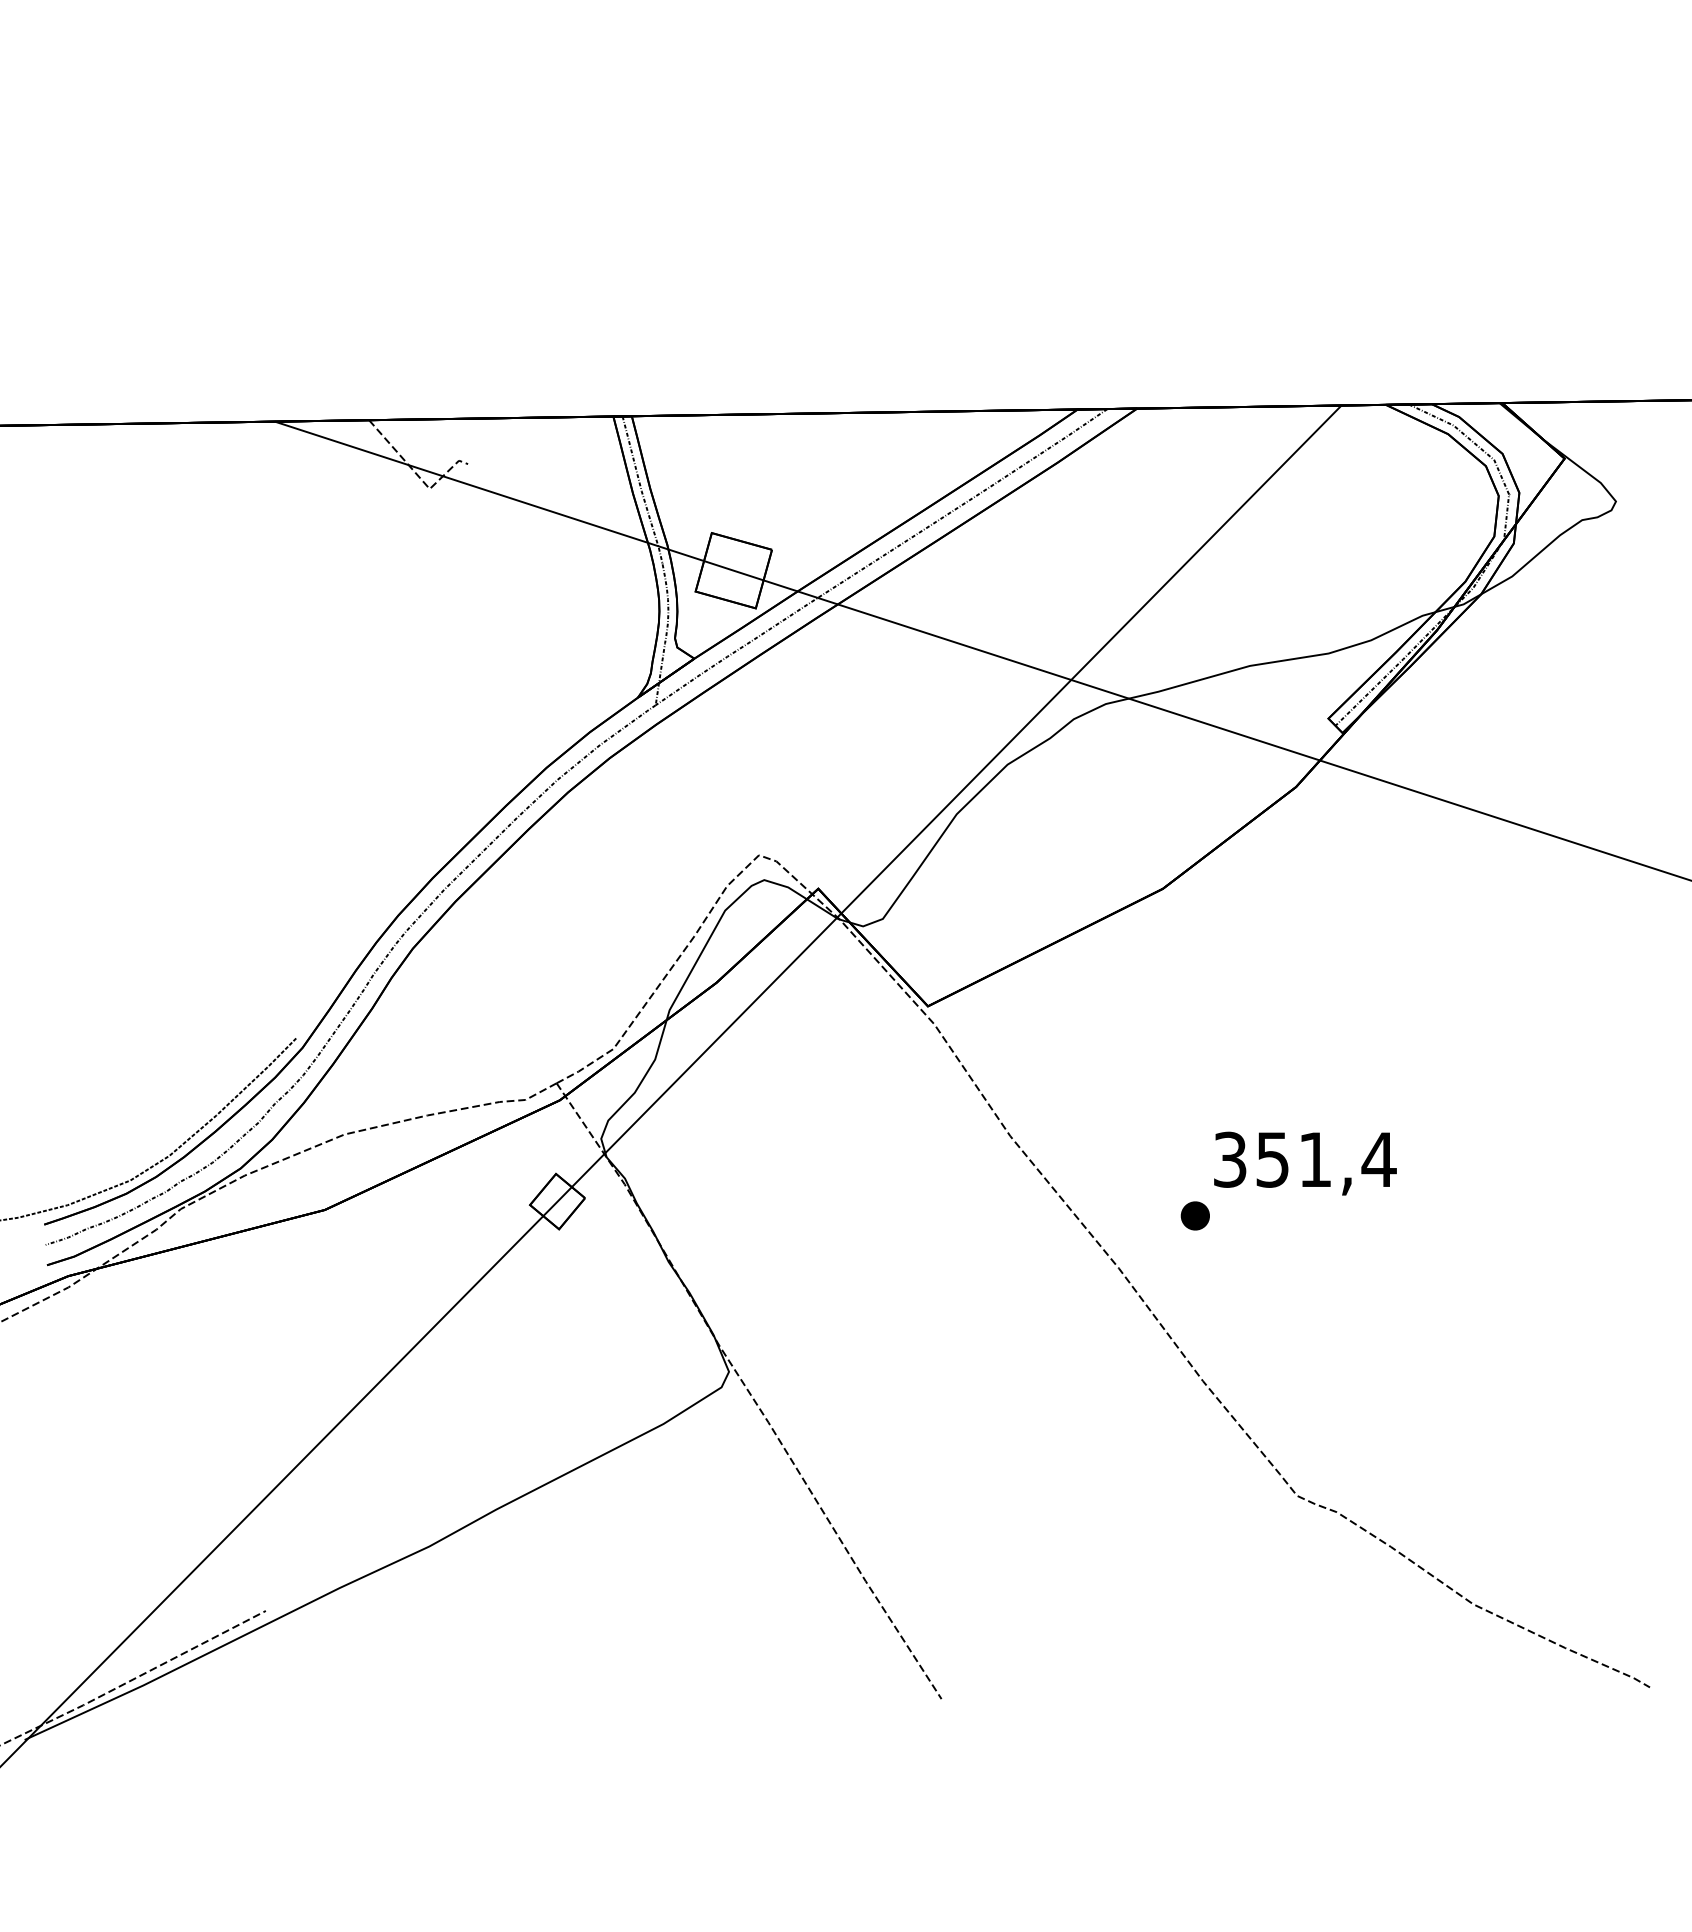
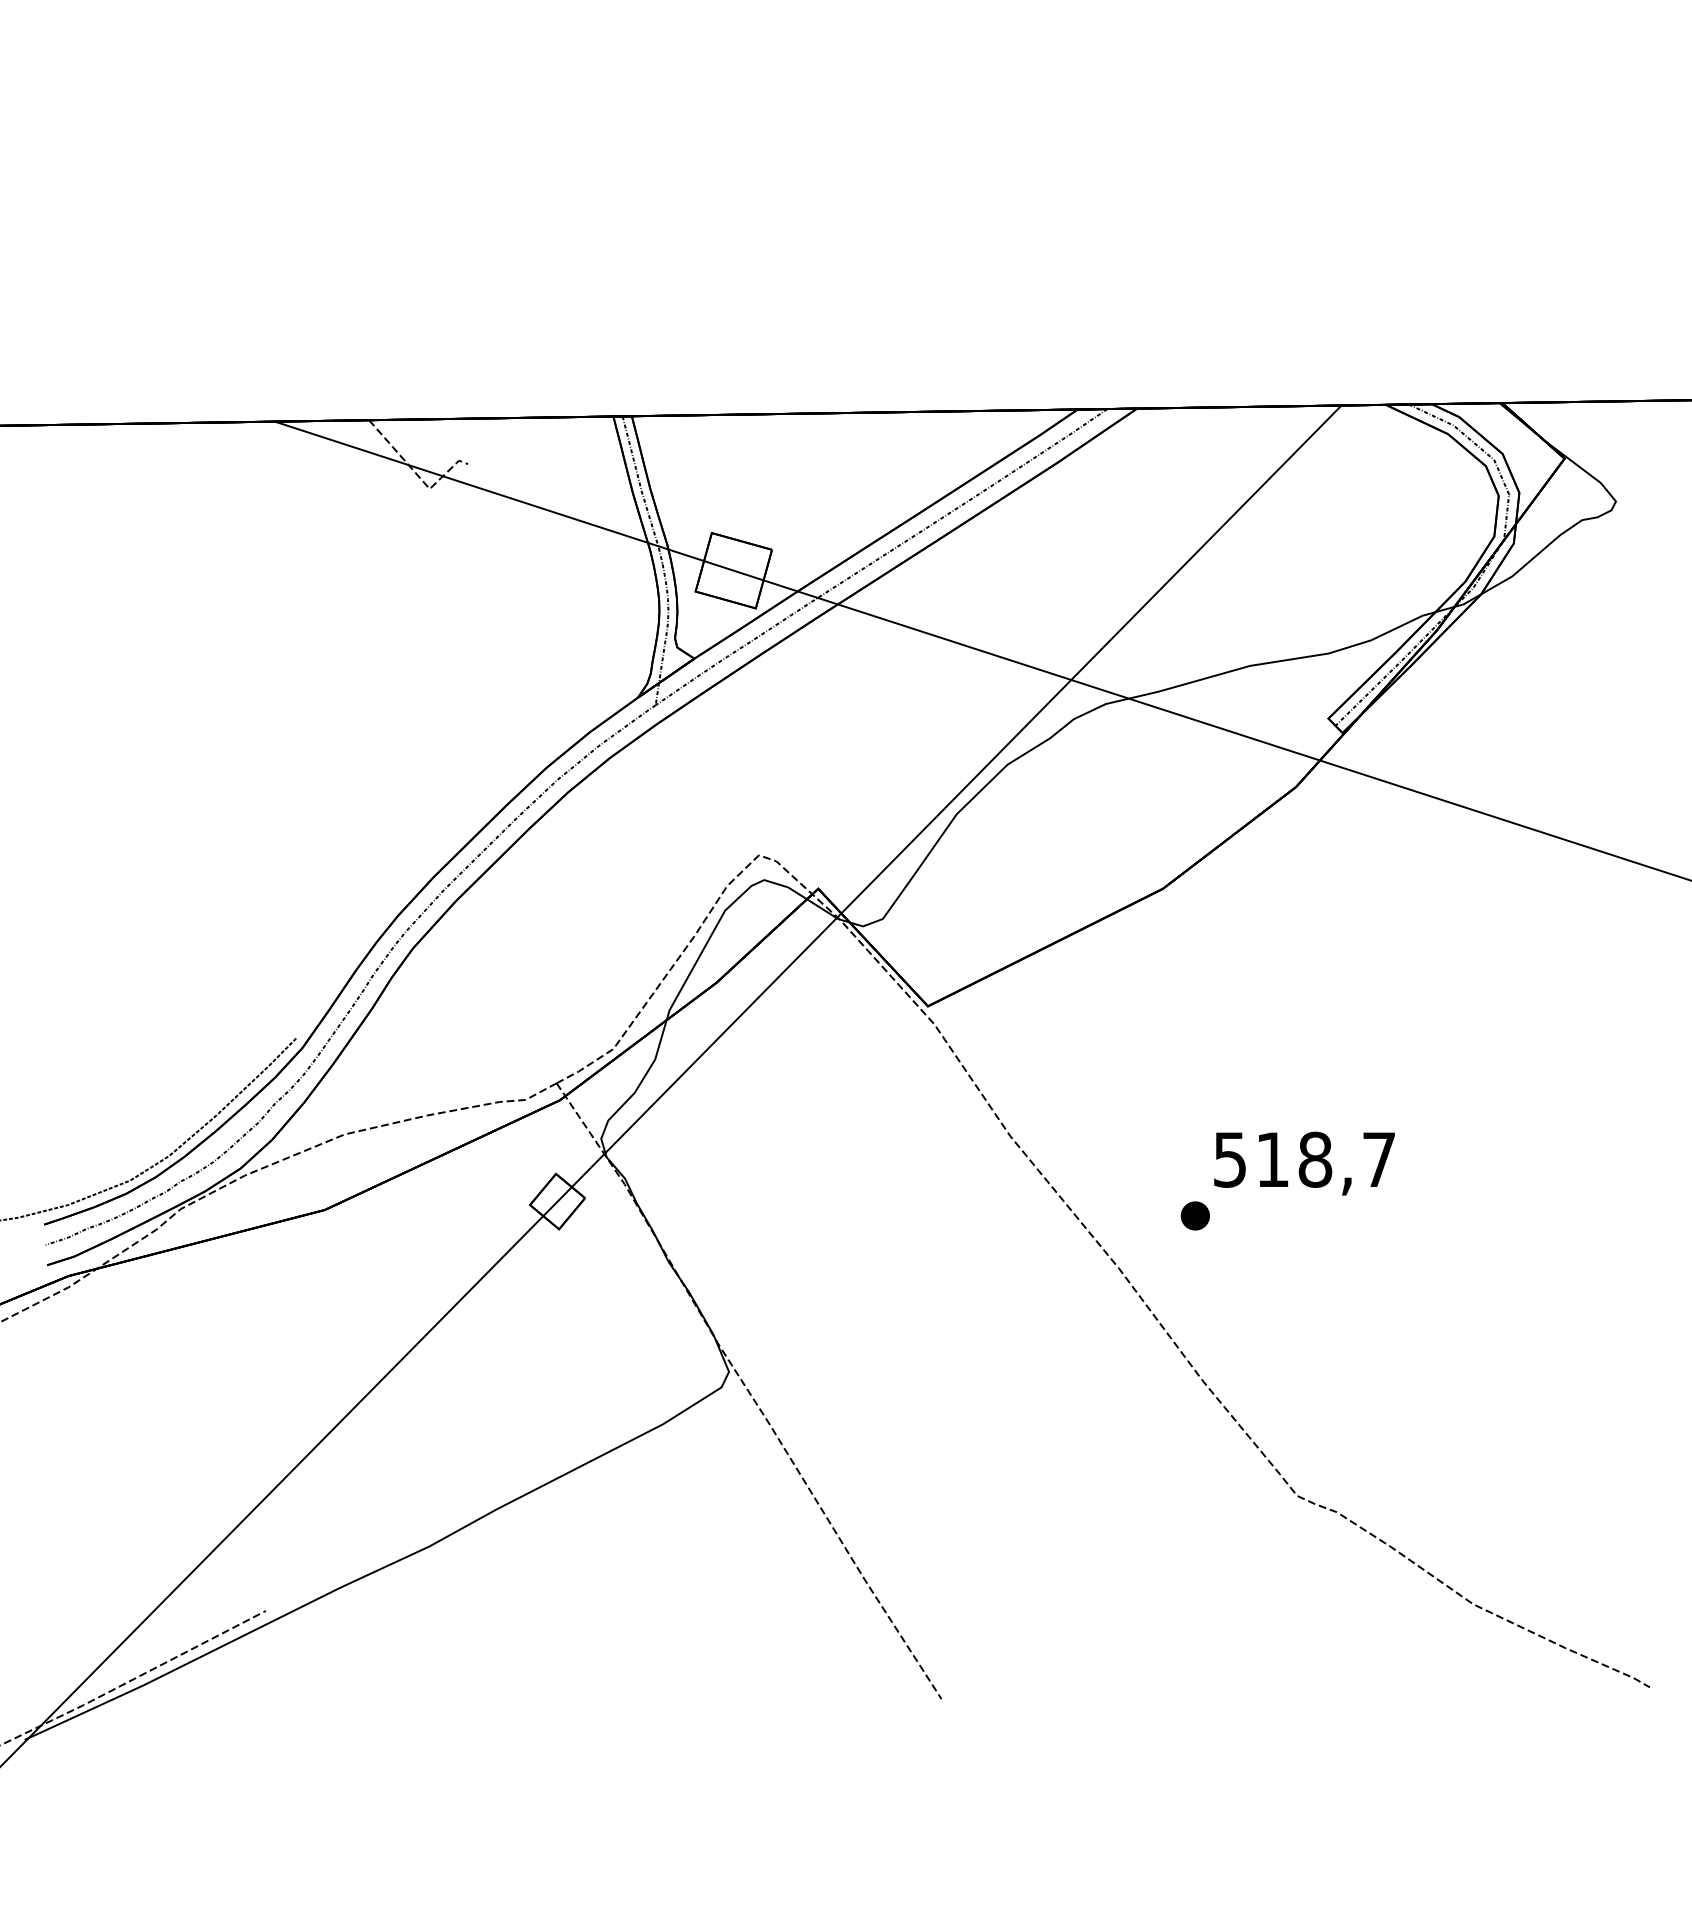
text at (1305, 1159): 351,4 -> 518,7
